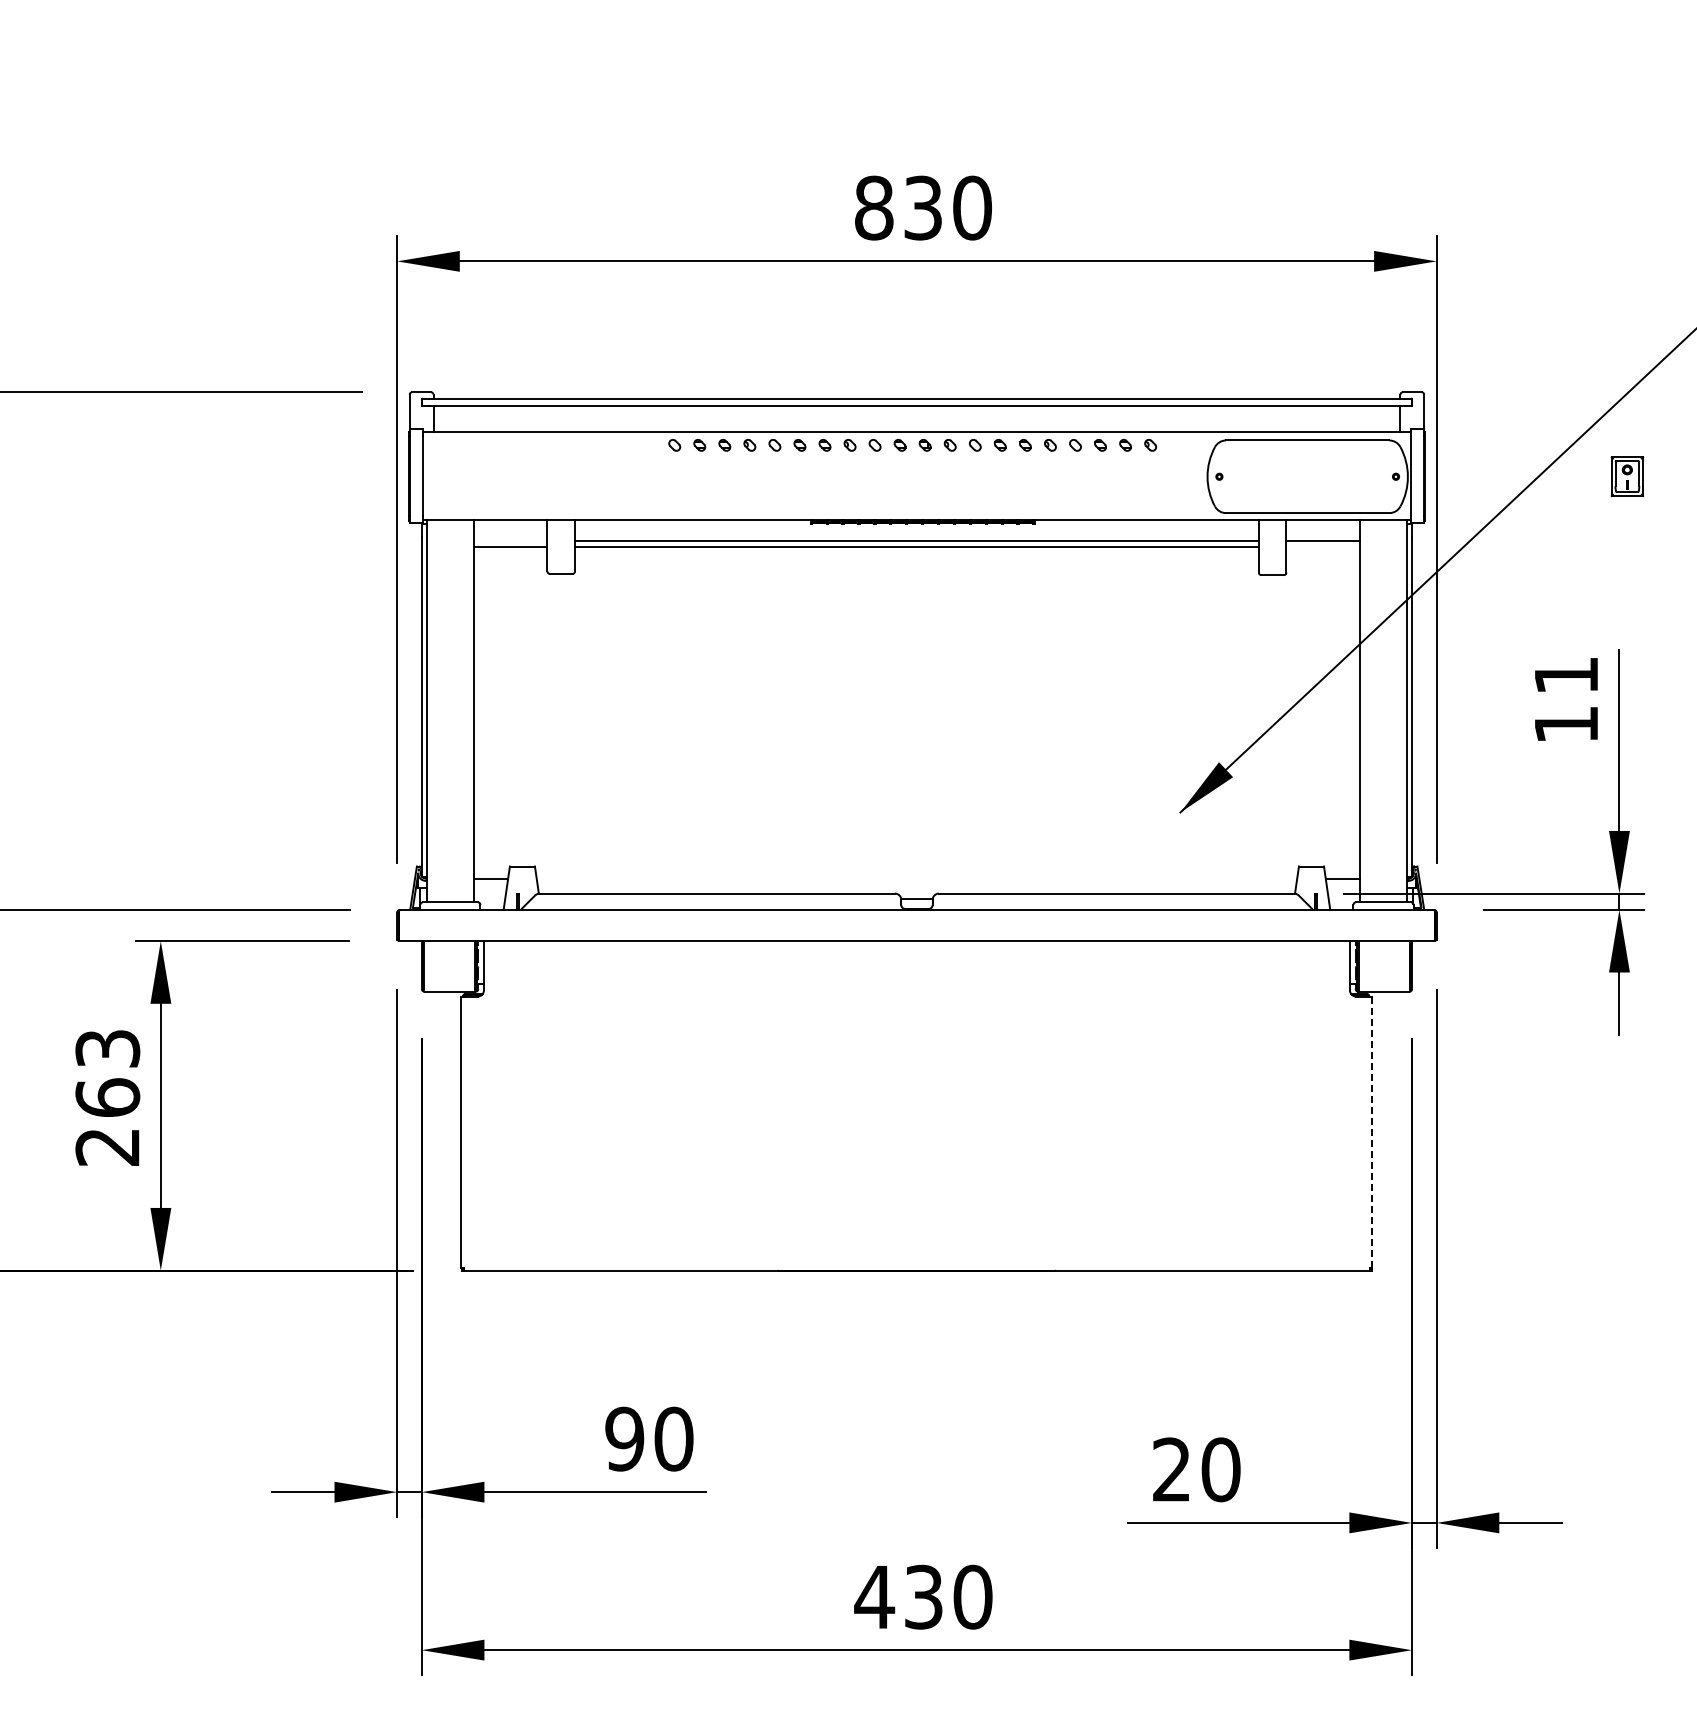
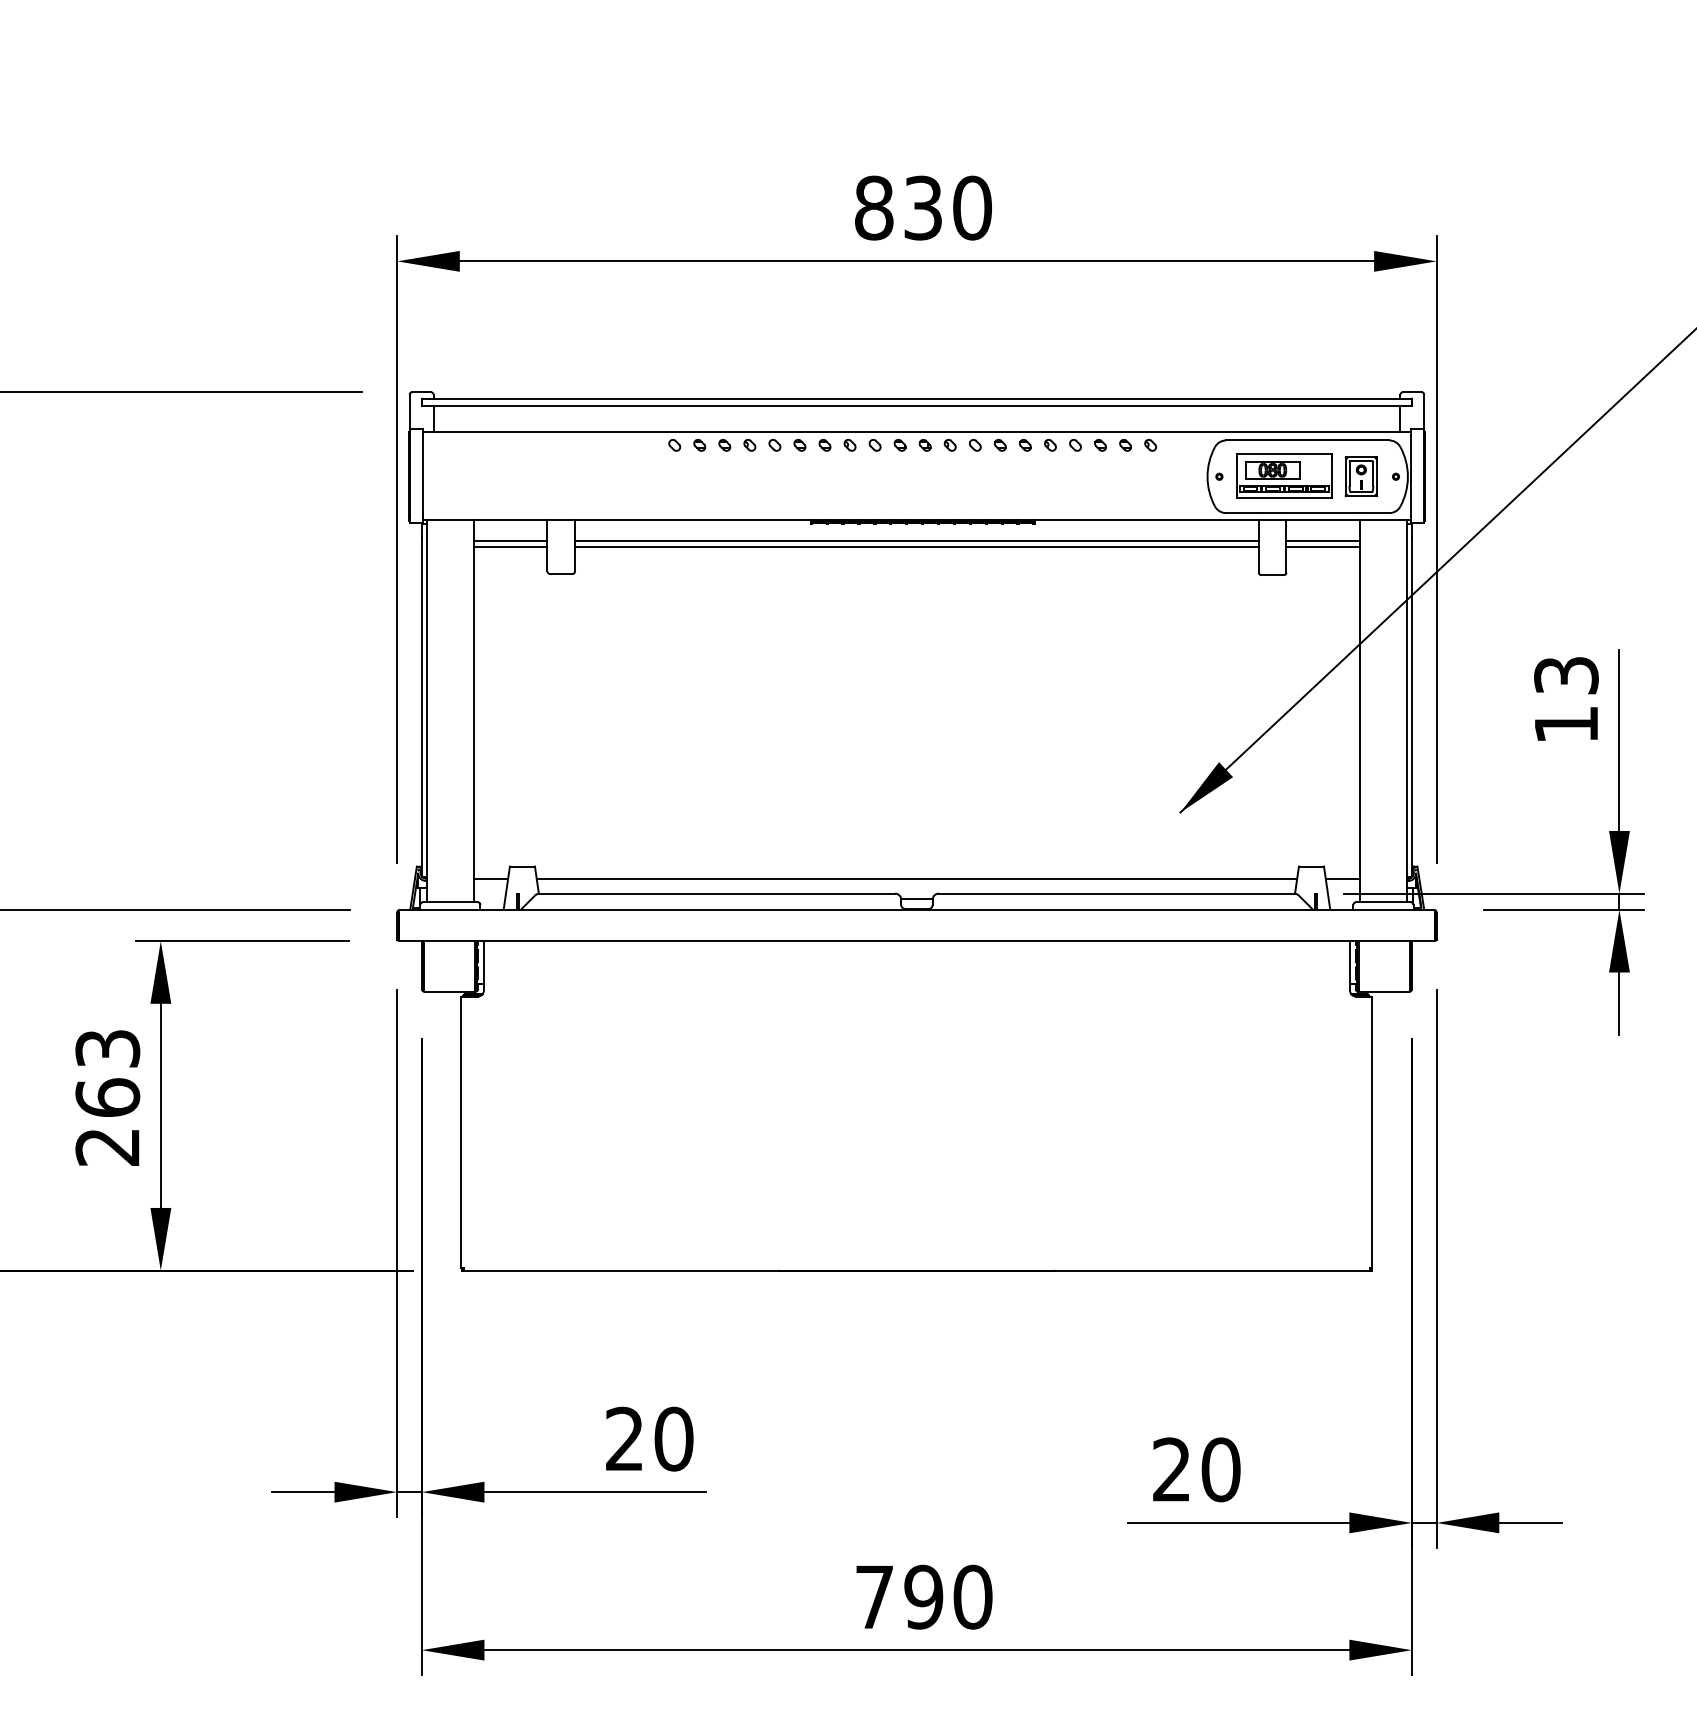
part at (1284, 475): none -> present
part at (1627, 476) position: (1627, 476) -> (1361, 476)
line at (510, 541): none -> present
line at (1322, 547): none -> present
text at (1566, 675): 11 -> 13
line at (916, 879): none -> present
line at (1372, 1132): dashed -> solid
text at (624, 1438): 90 -> 20
text at (898, 1596): 430 -> 790
